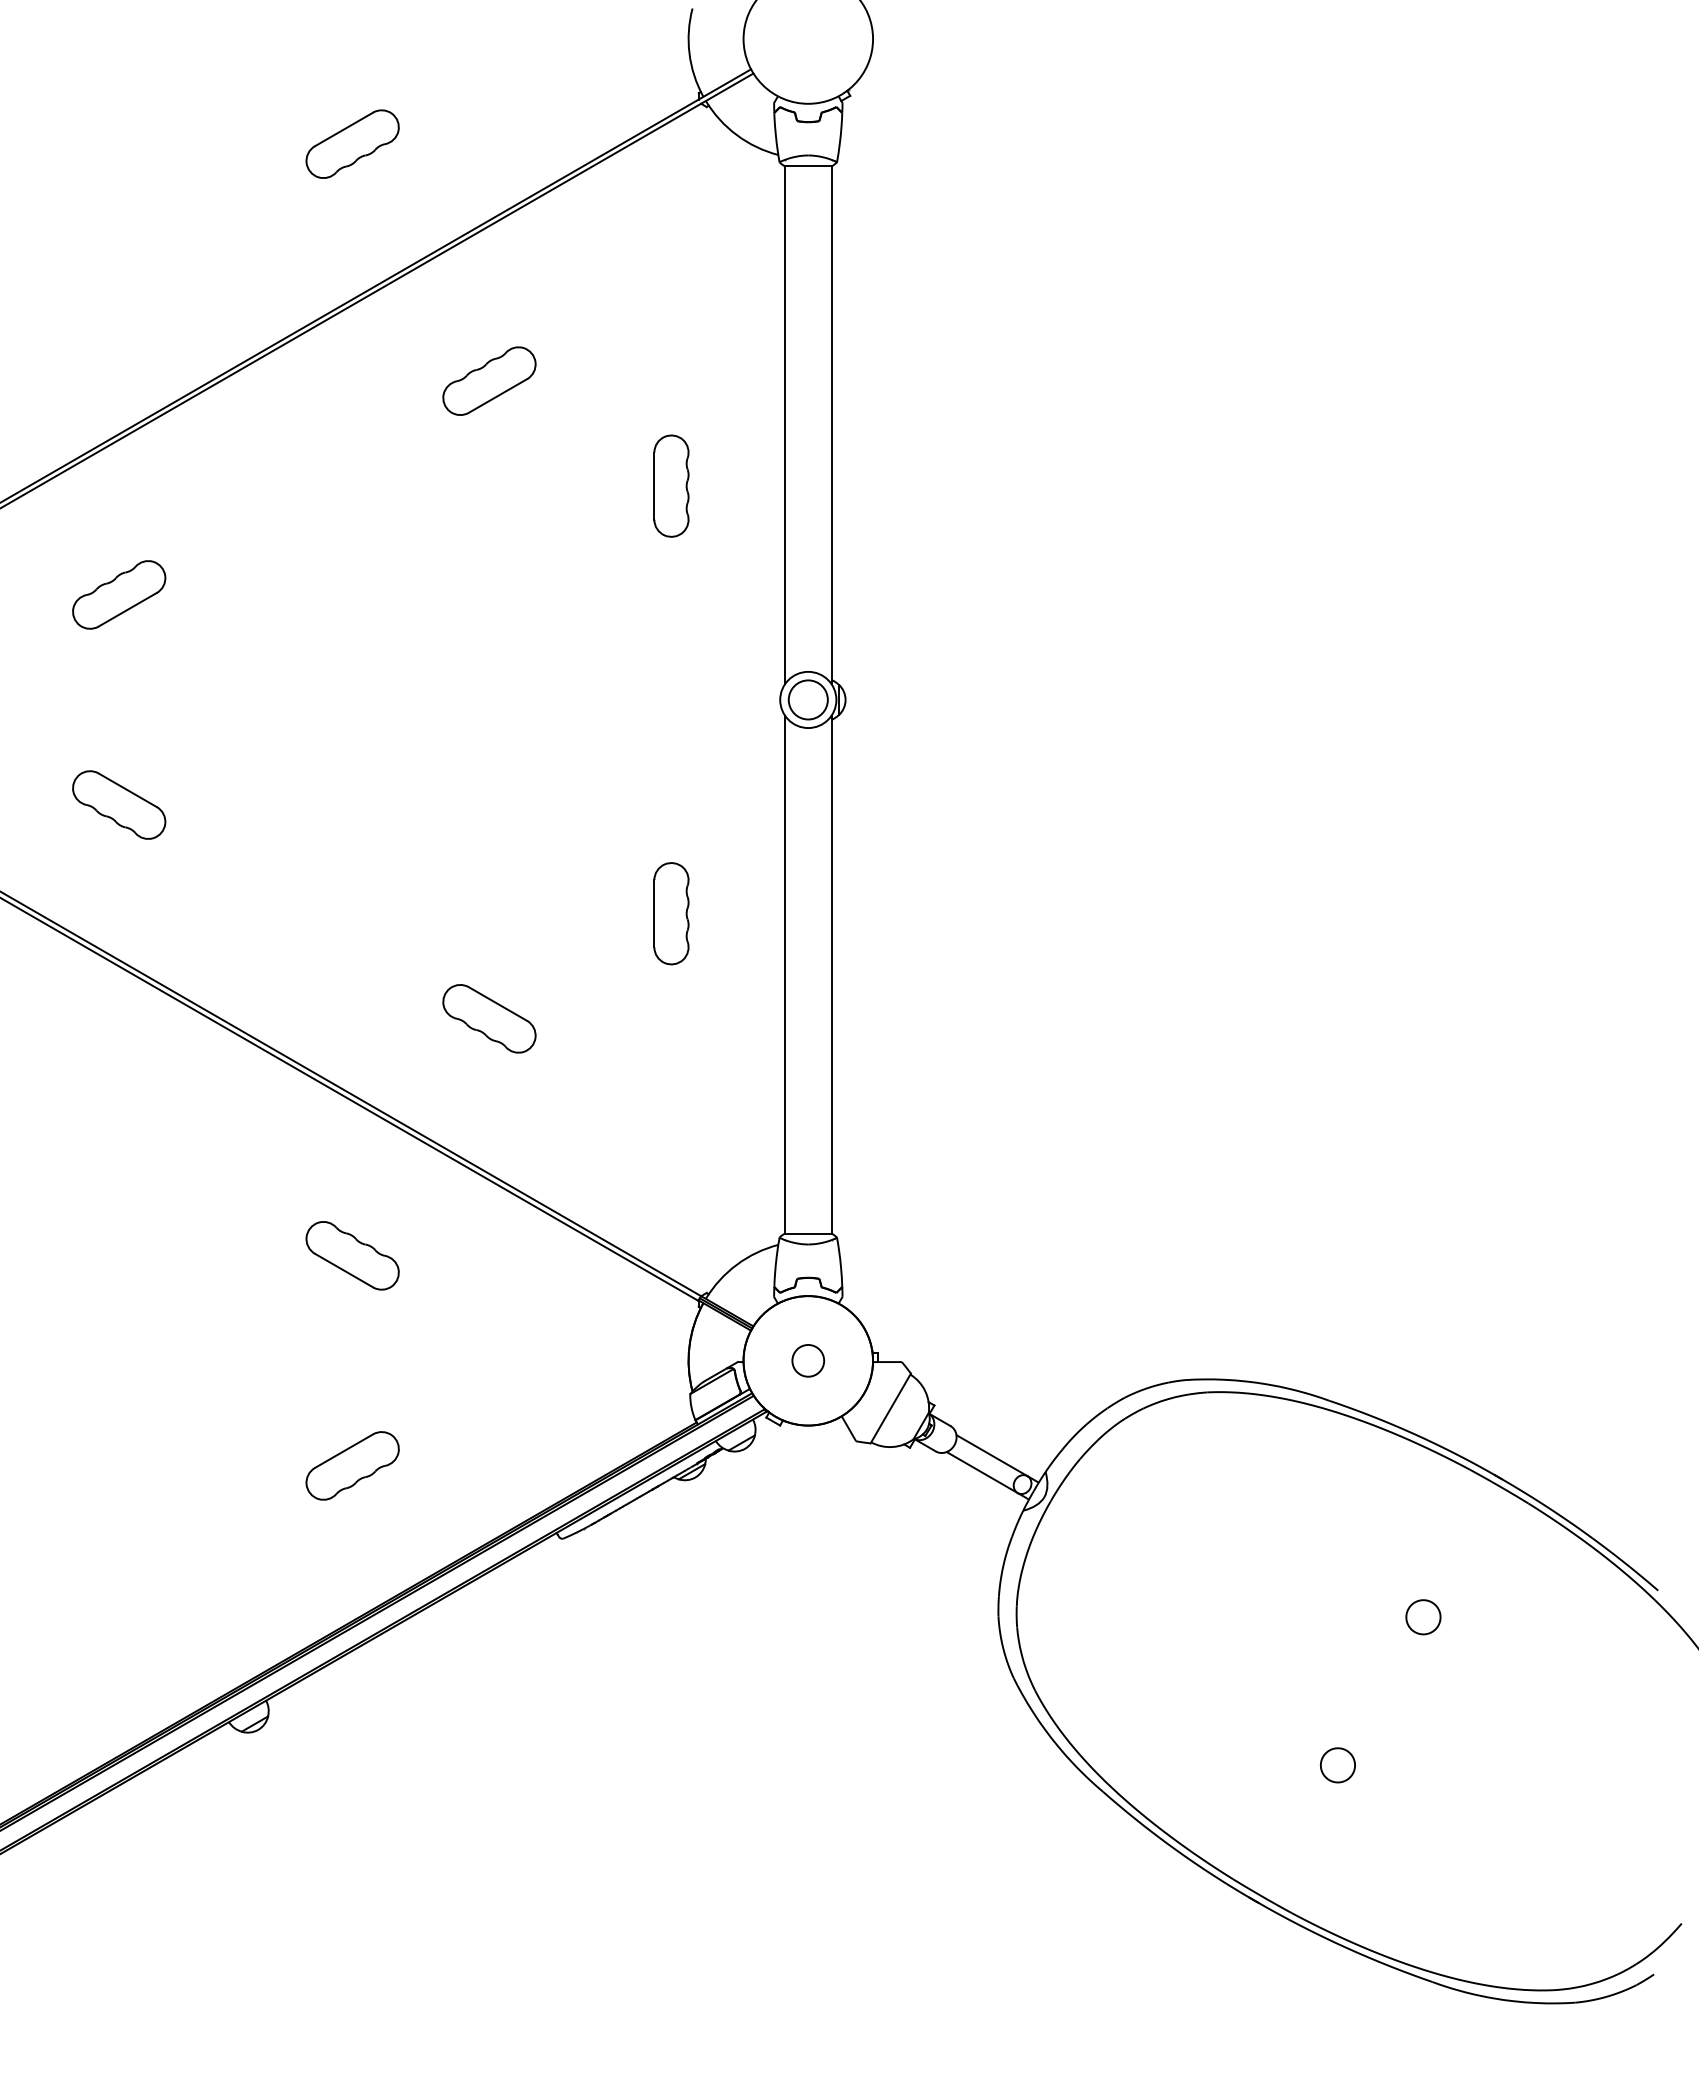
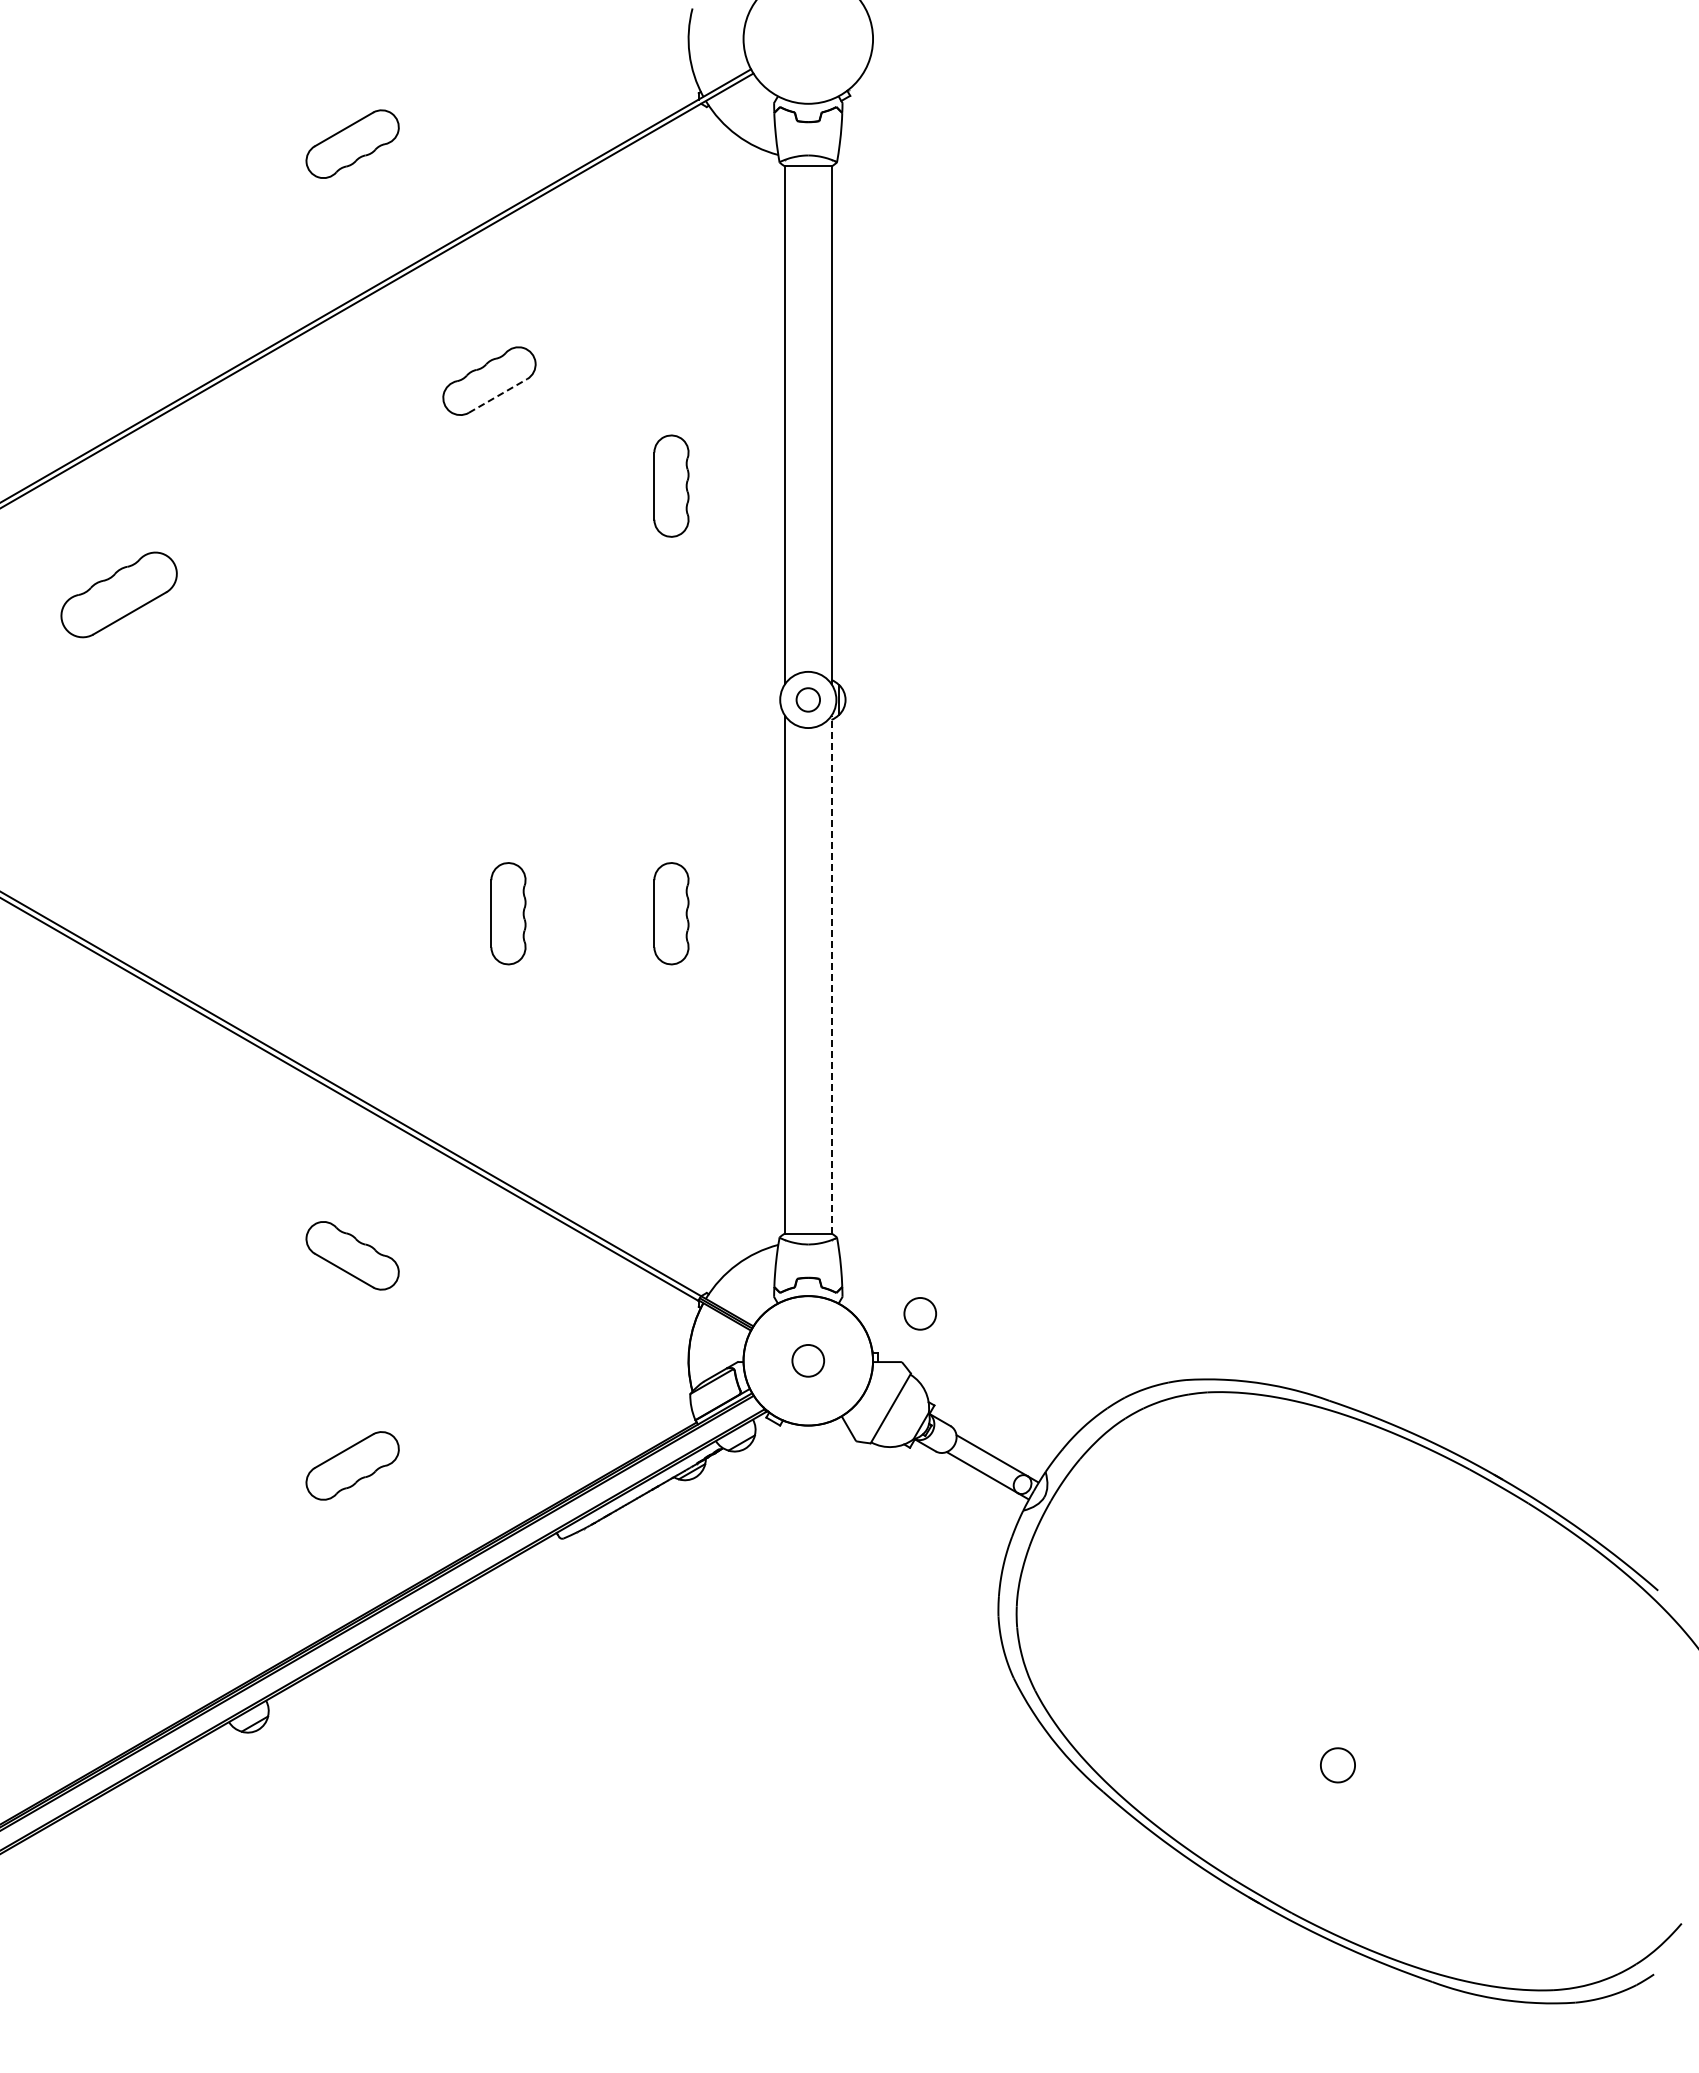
line at (498, 395): solid -> dashed
part at (119, 594) size: 95x70 px -> 118x88 px
circle at (807, 699) diameter: 39 px -> 23 px
part at (119, 804): present -> none
part at (508, 913): none -> present
line at (831, 974): solid -> dashed
part at (489, 1018): present -> none
circle at (920, 1313): none -> present
part at (1423, 1617): present -> none
